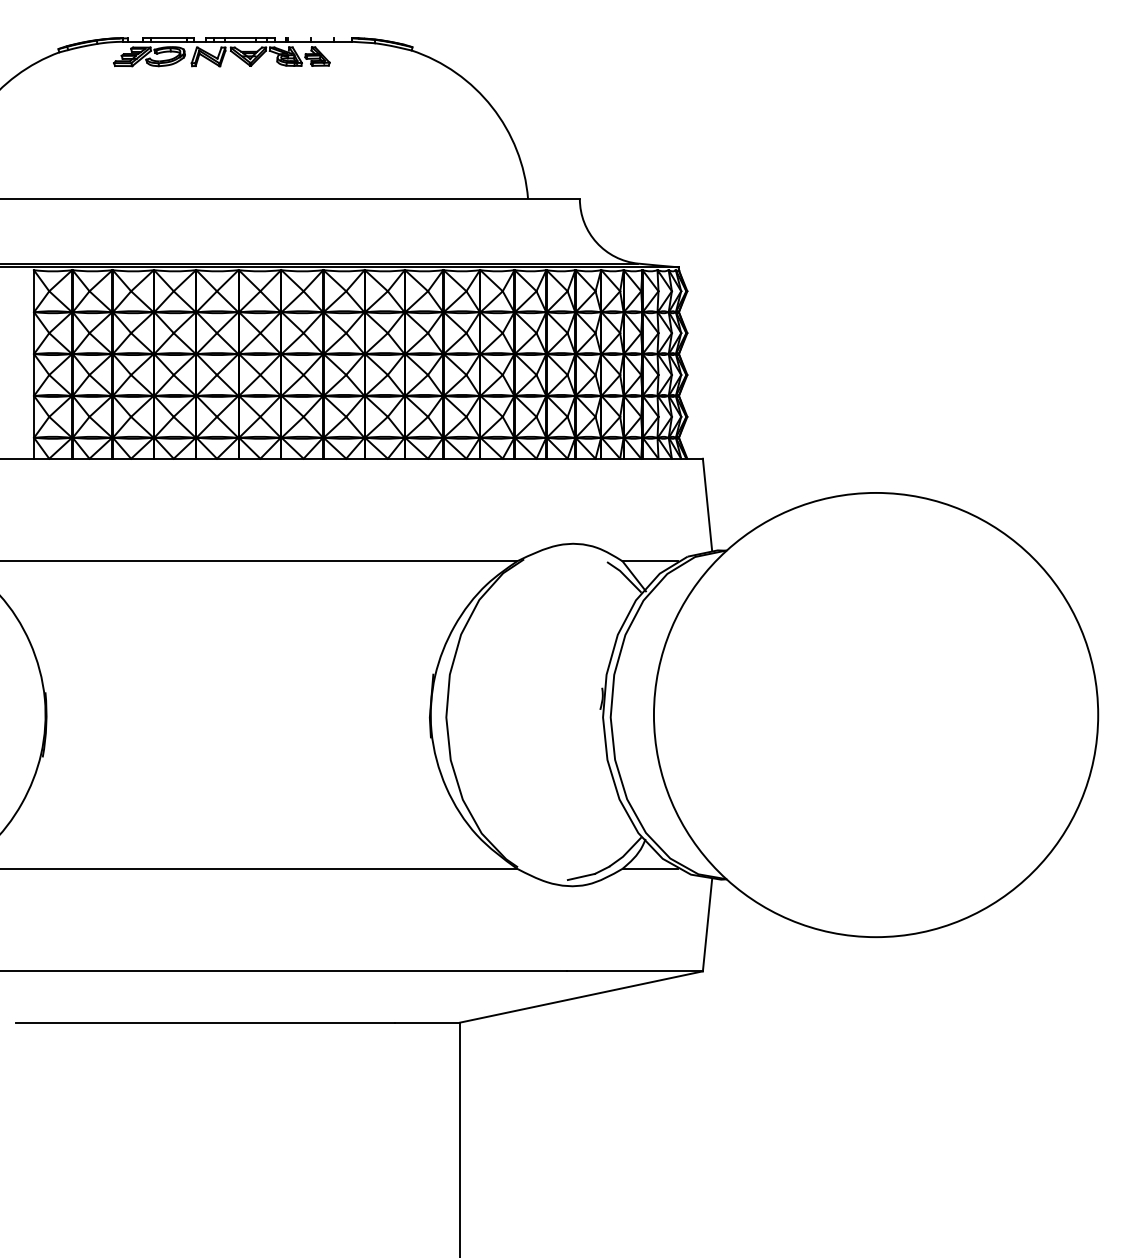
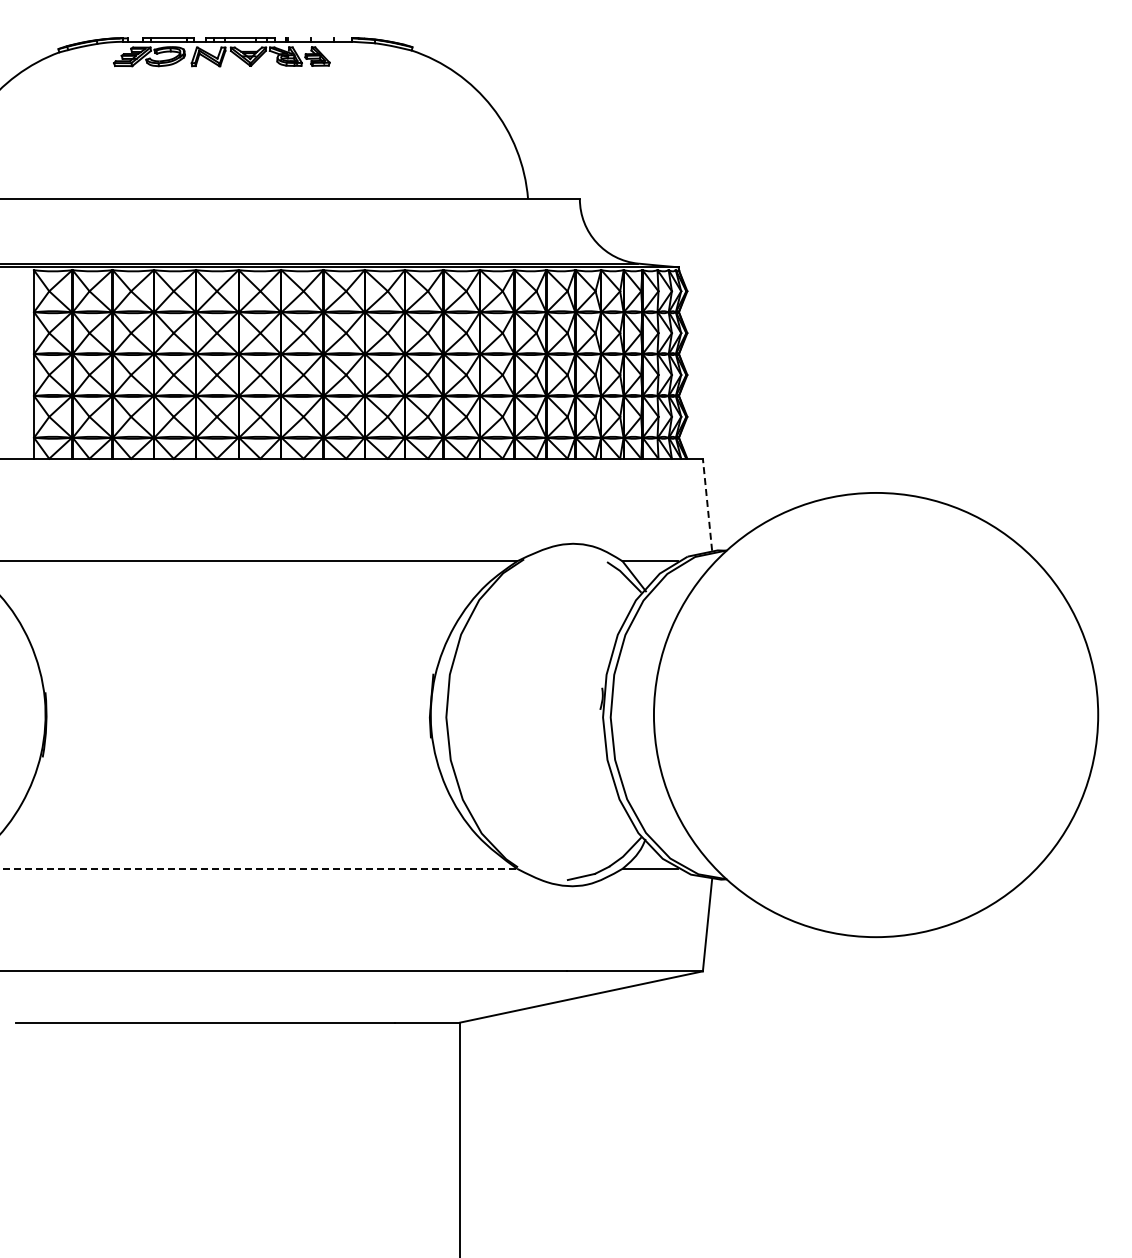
line at (707, 504): solid -> dashed
line at (258, 868): solid -> dashed
